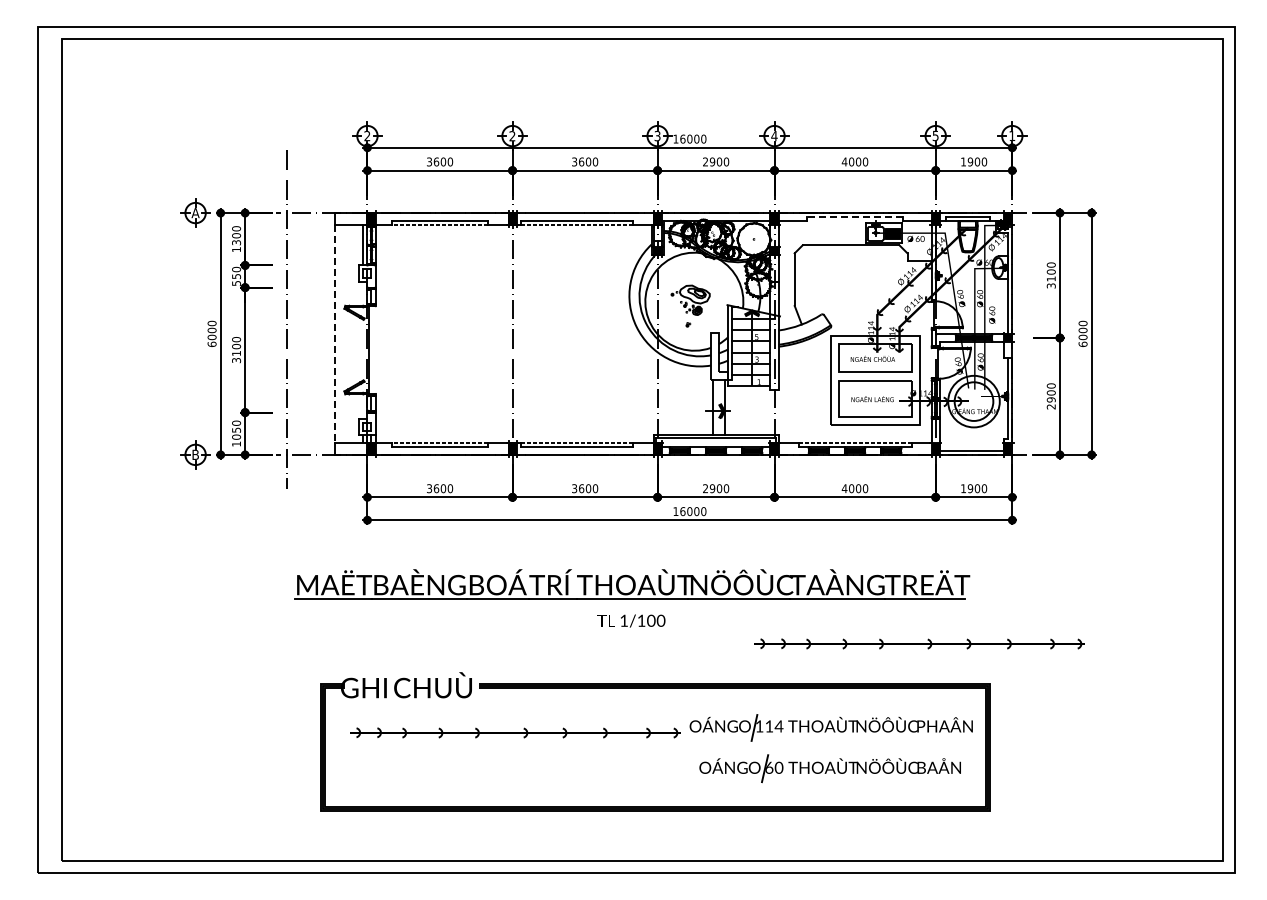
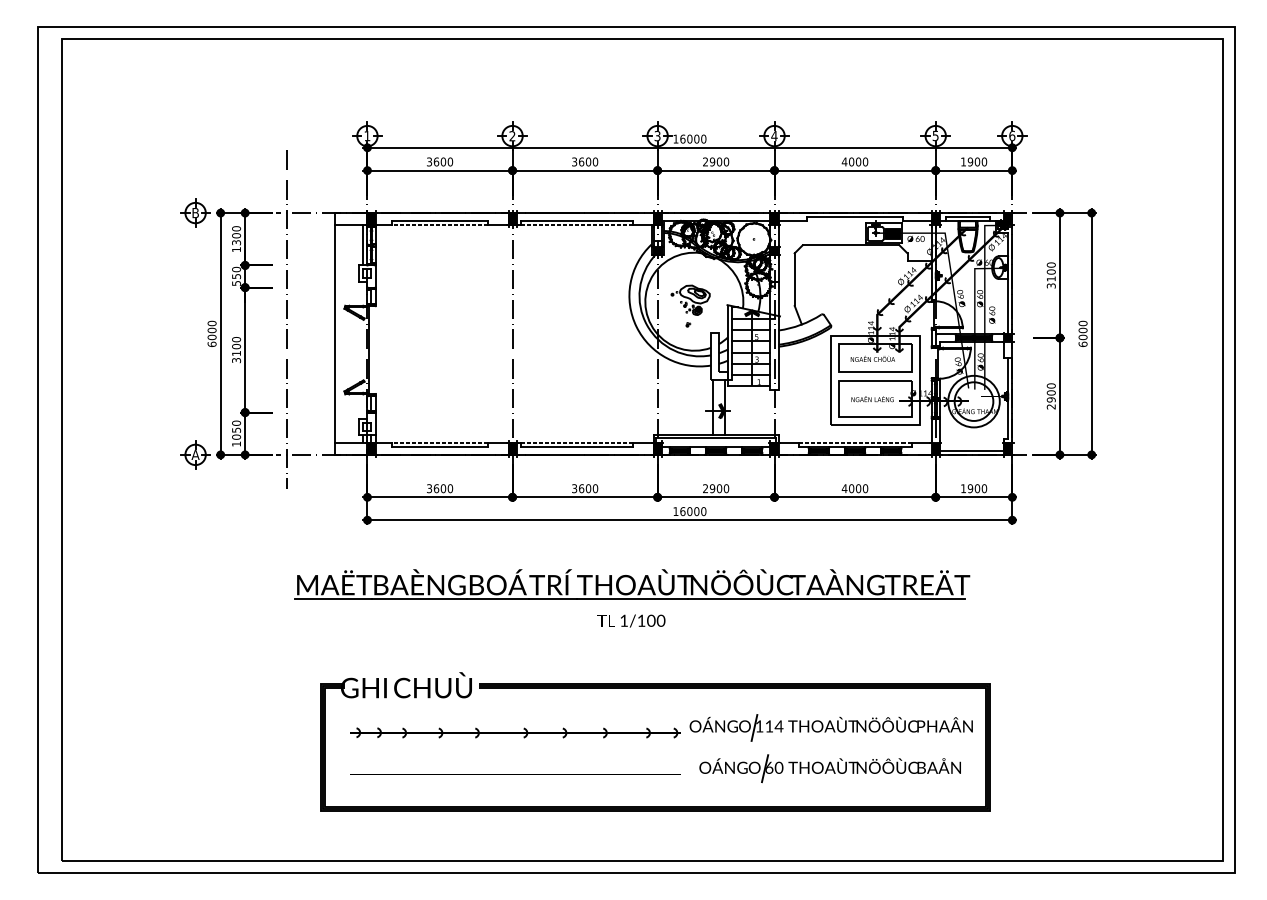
text at (1012, 135): 1 -> 6
text at (367, 136): 2 -> 1
text at (195, 213): A -> B
line at (854, 217): dashed -> solid
line at (335, 333): dashed -> solid
text at (195, 454): B -> A
part at (919, 643): present -> none
line at (515, 774): none -> present
